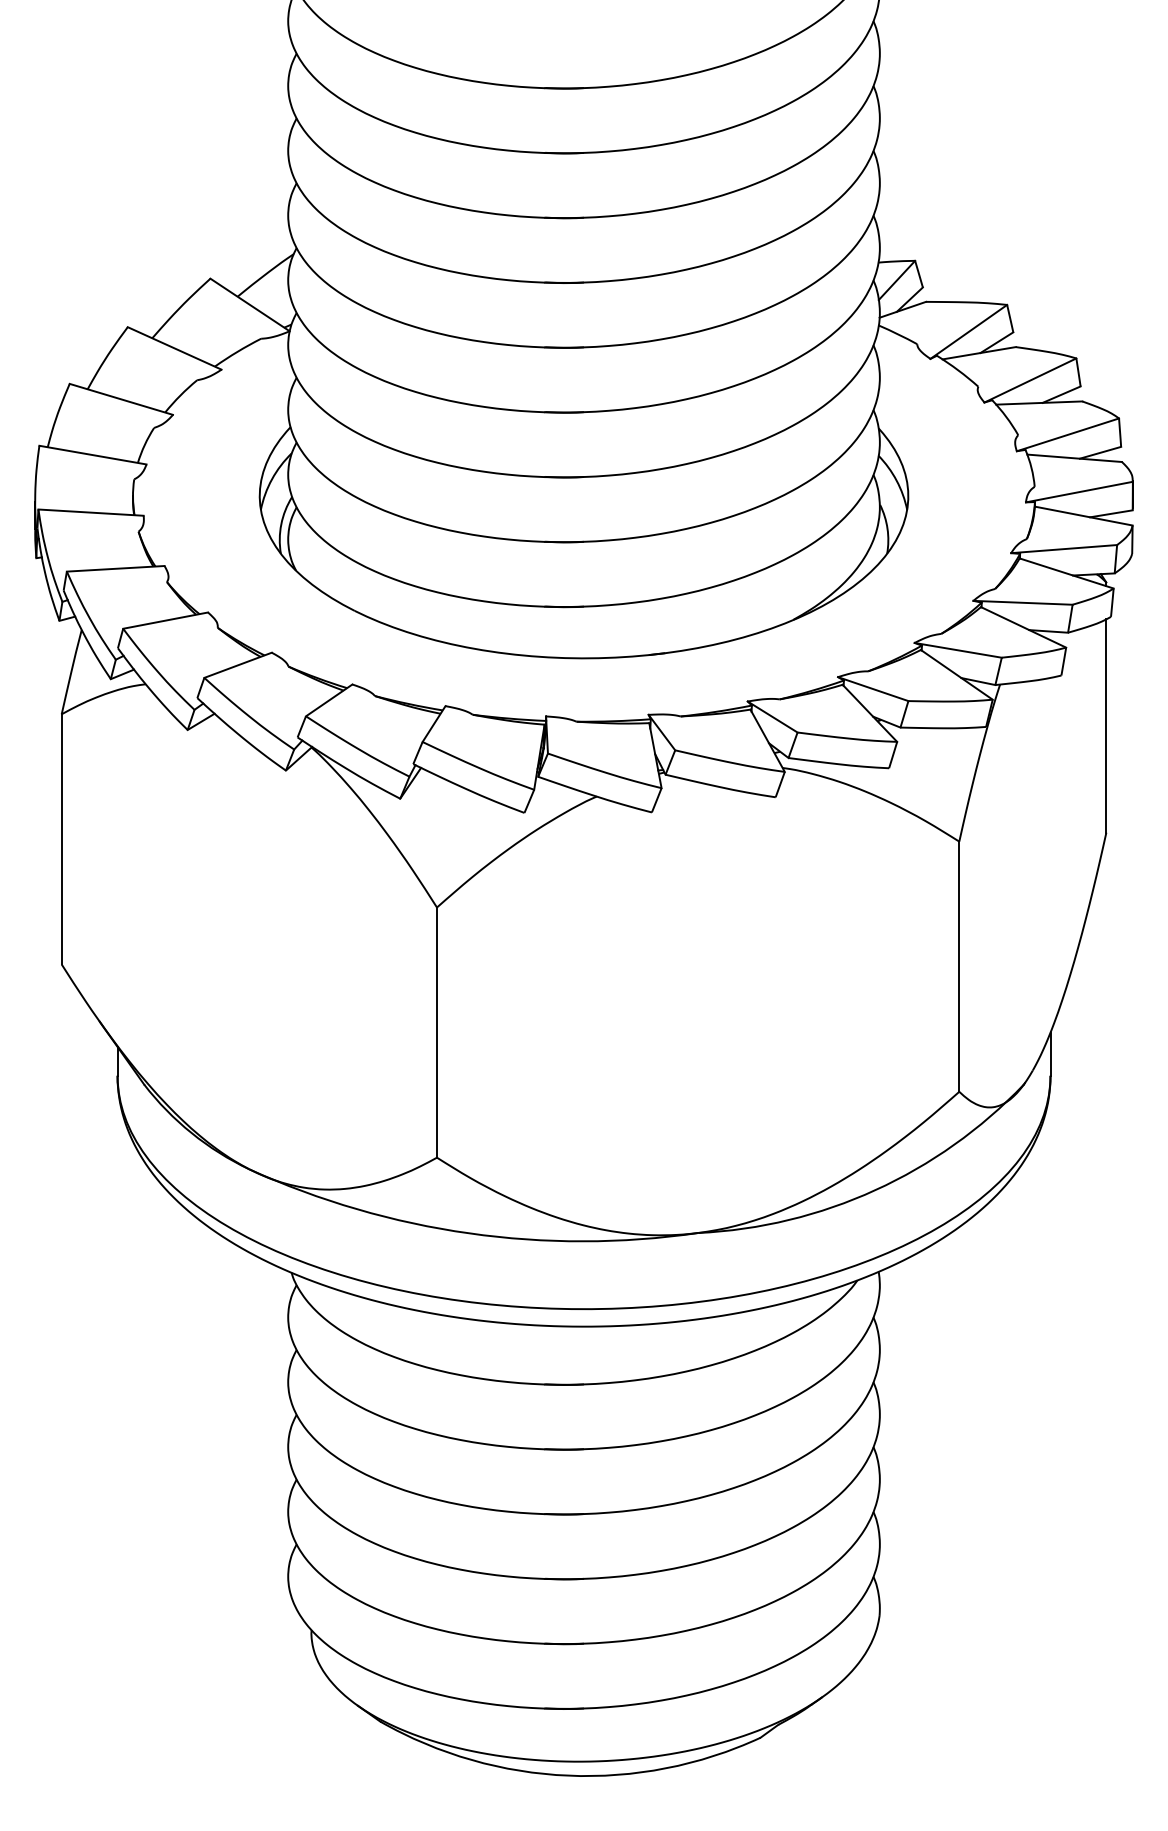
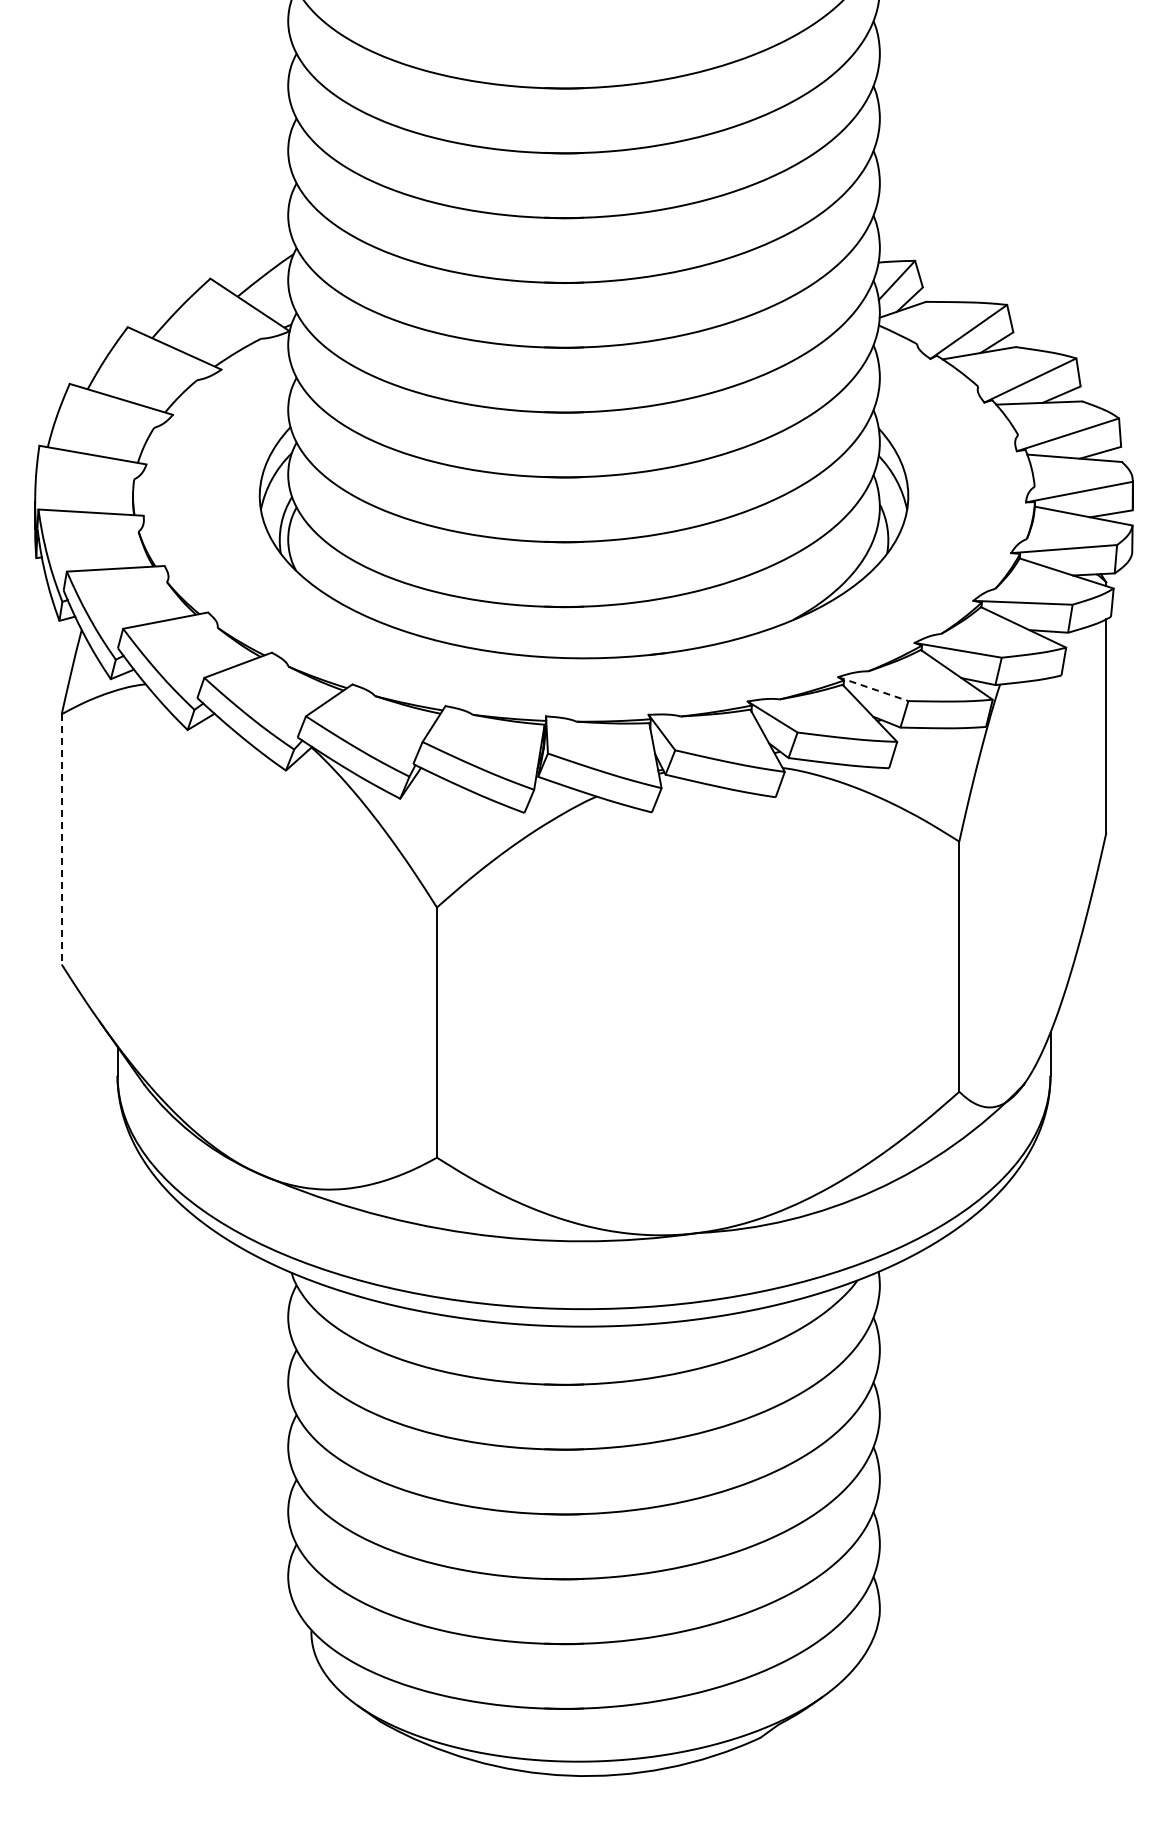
line at (873, 689): solid -> dashed
line at (61, 839): solid -> dashed
